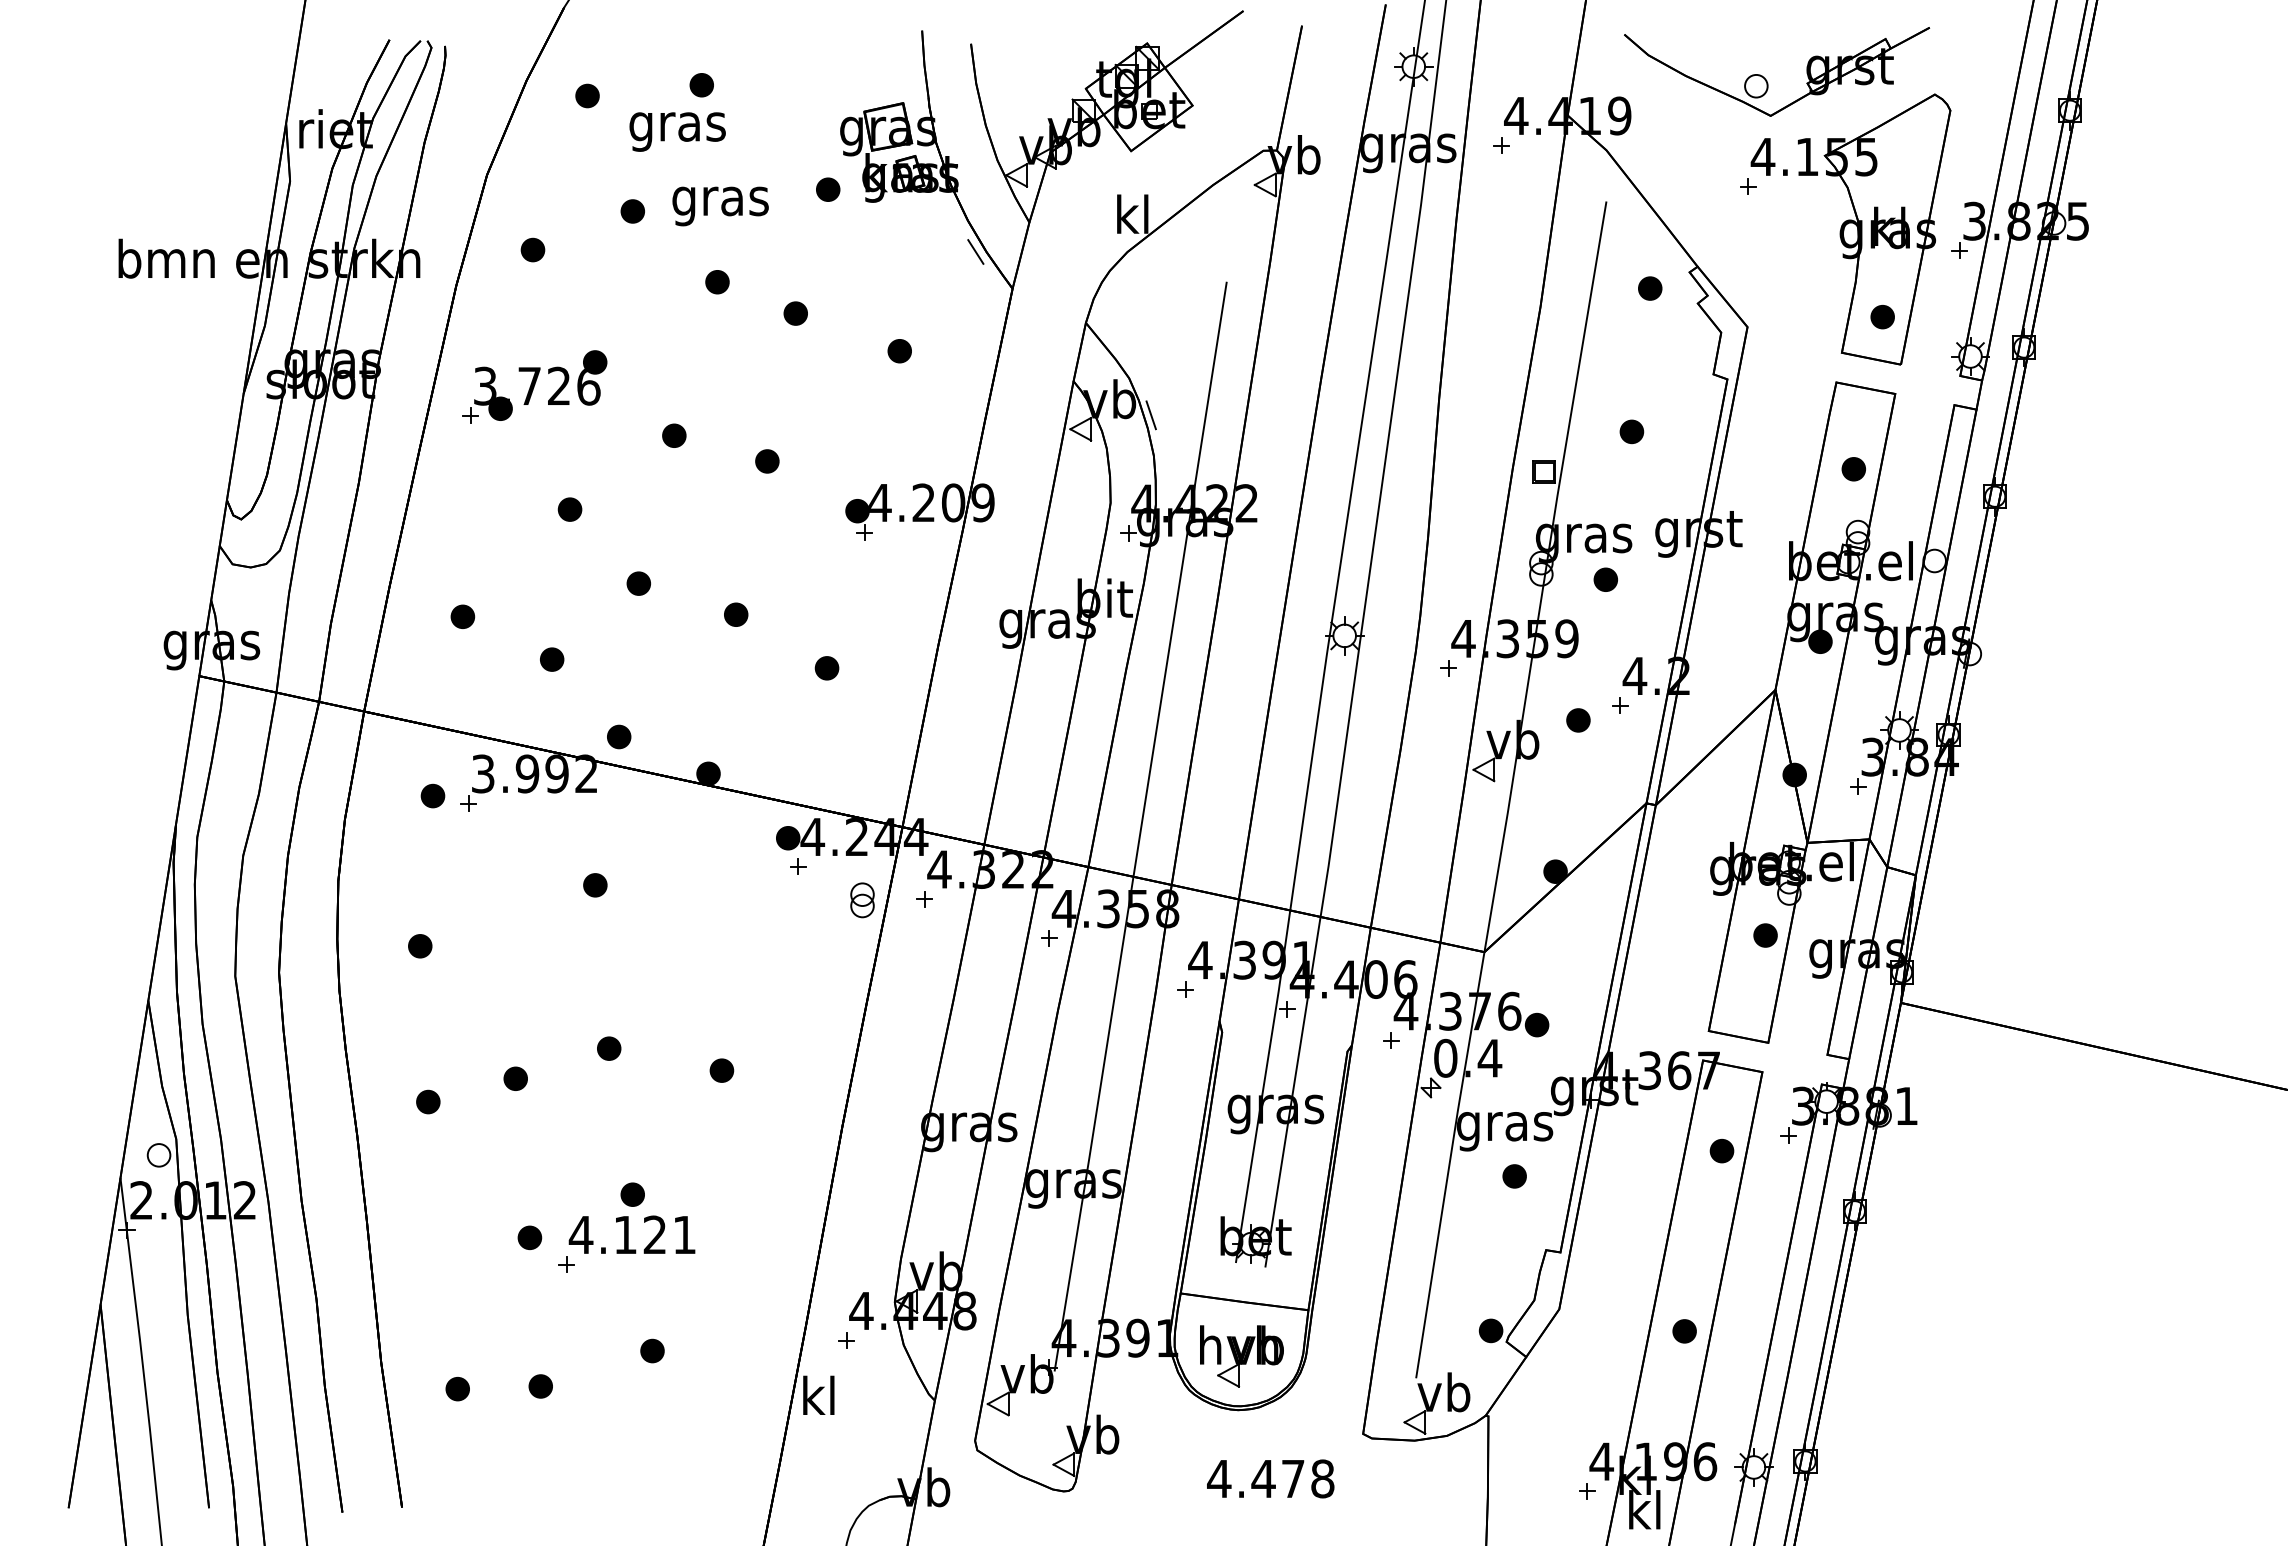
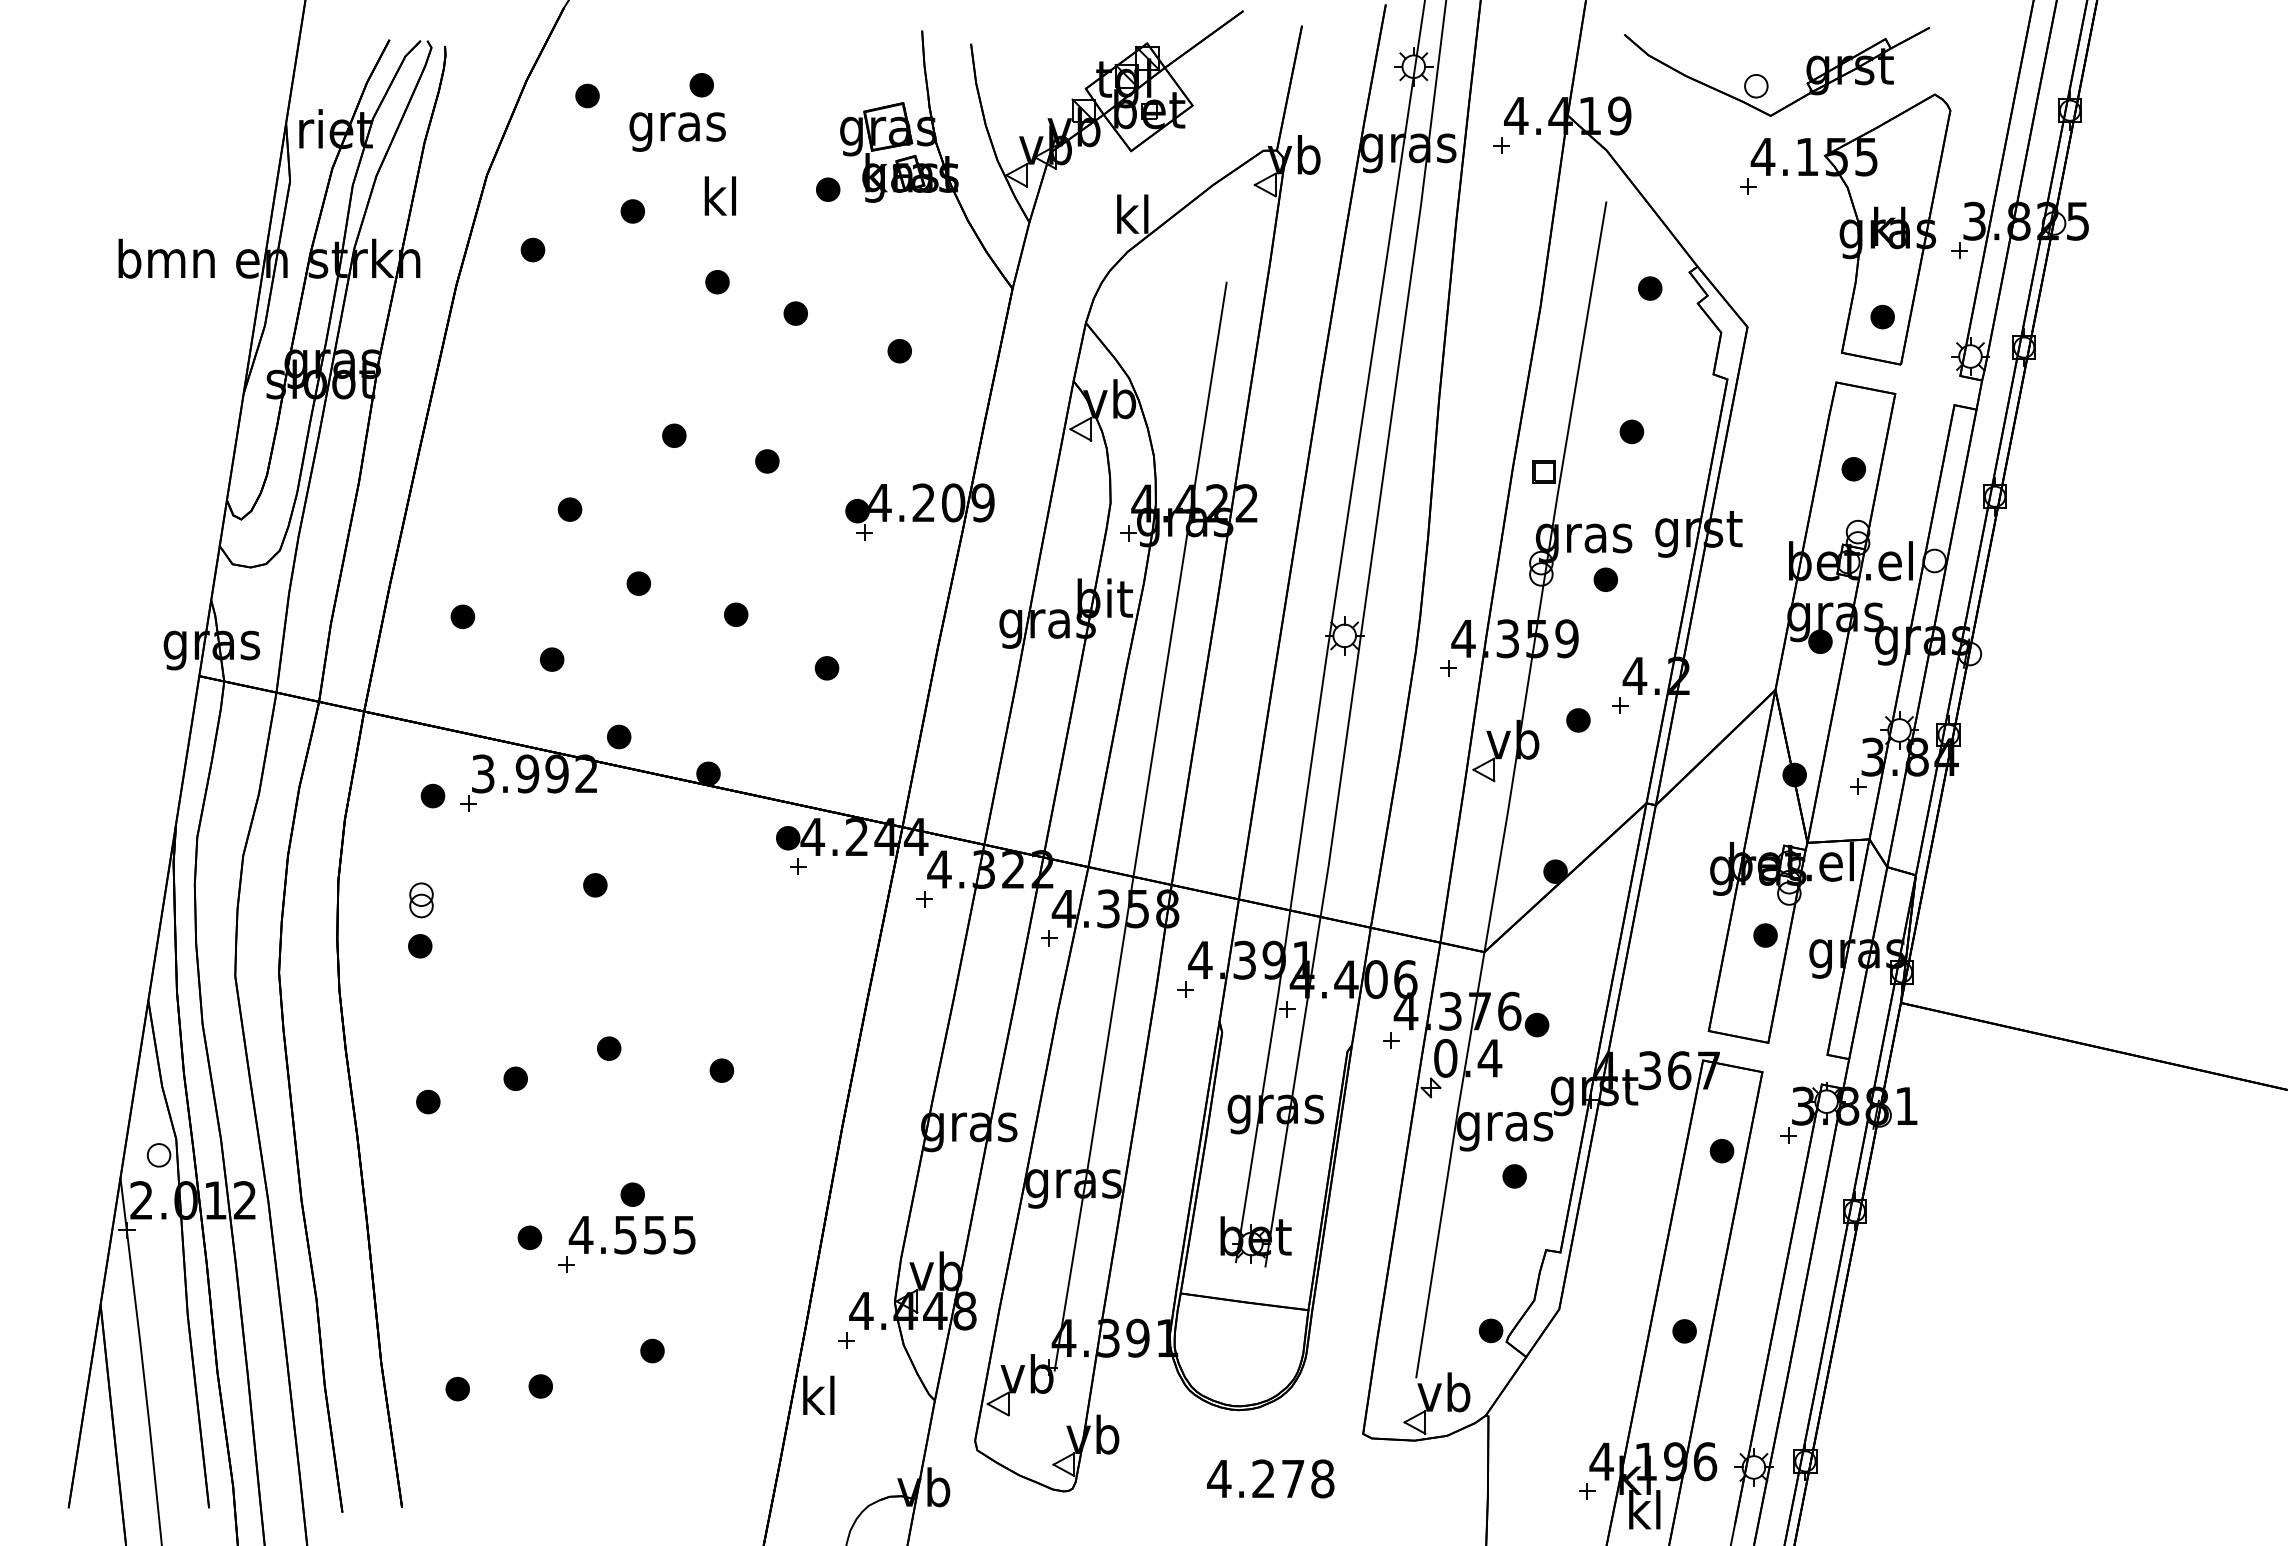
text at (720, 201): gras -> kl
line at (975, 251): present -> none
part at (534, 386): present -> none
line at (1150, 415): present -> none
part at (862, 900) position: (862, 900) -> (421, 900)
text at (654, 1234): 4.121 -> 4.555
part at (1241, 1356): present -> none
text at (1263, 1478): 4.478 -> 4.278
